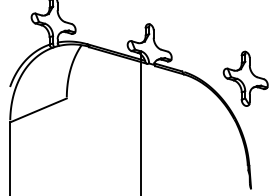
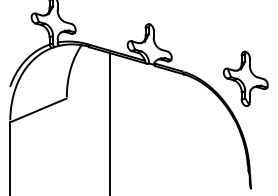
line at (140, 122) position: (140, 122) -> (109, 122)
